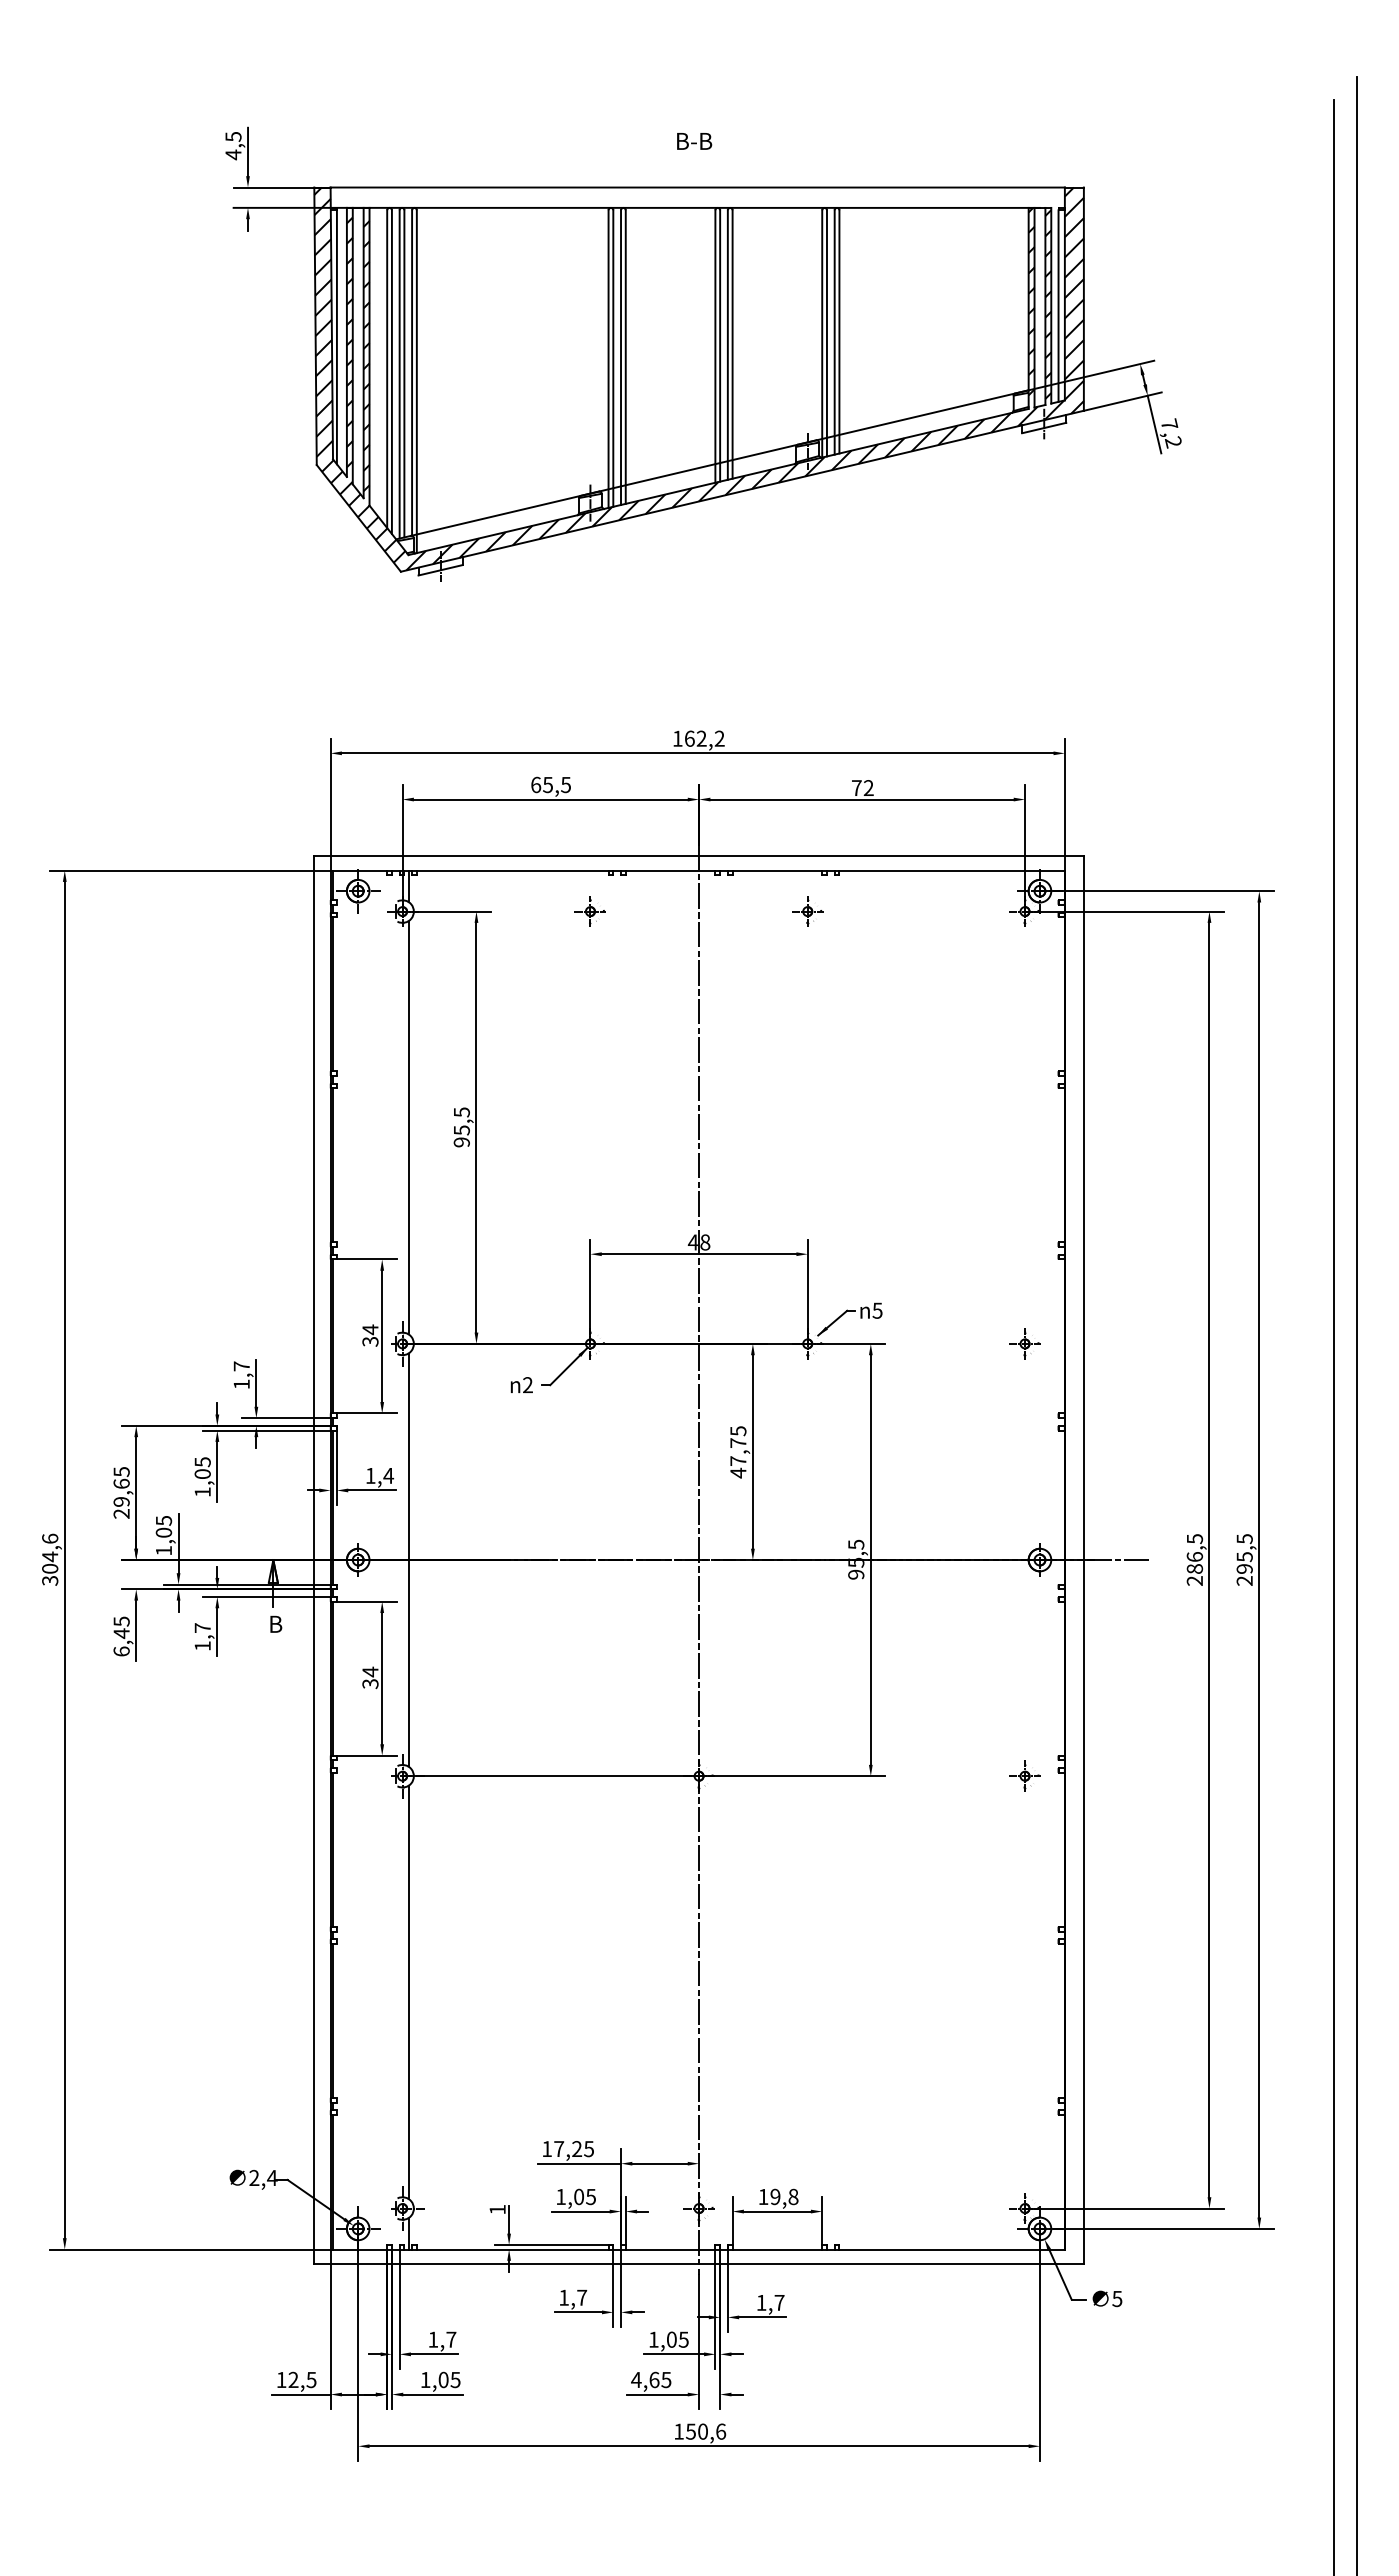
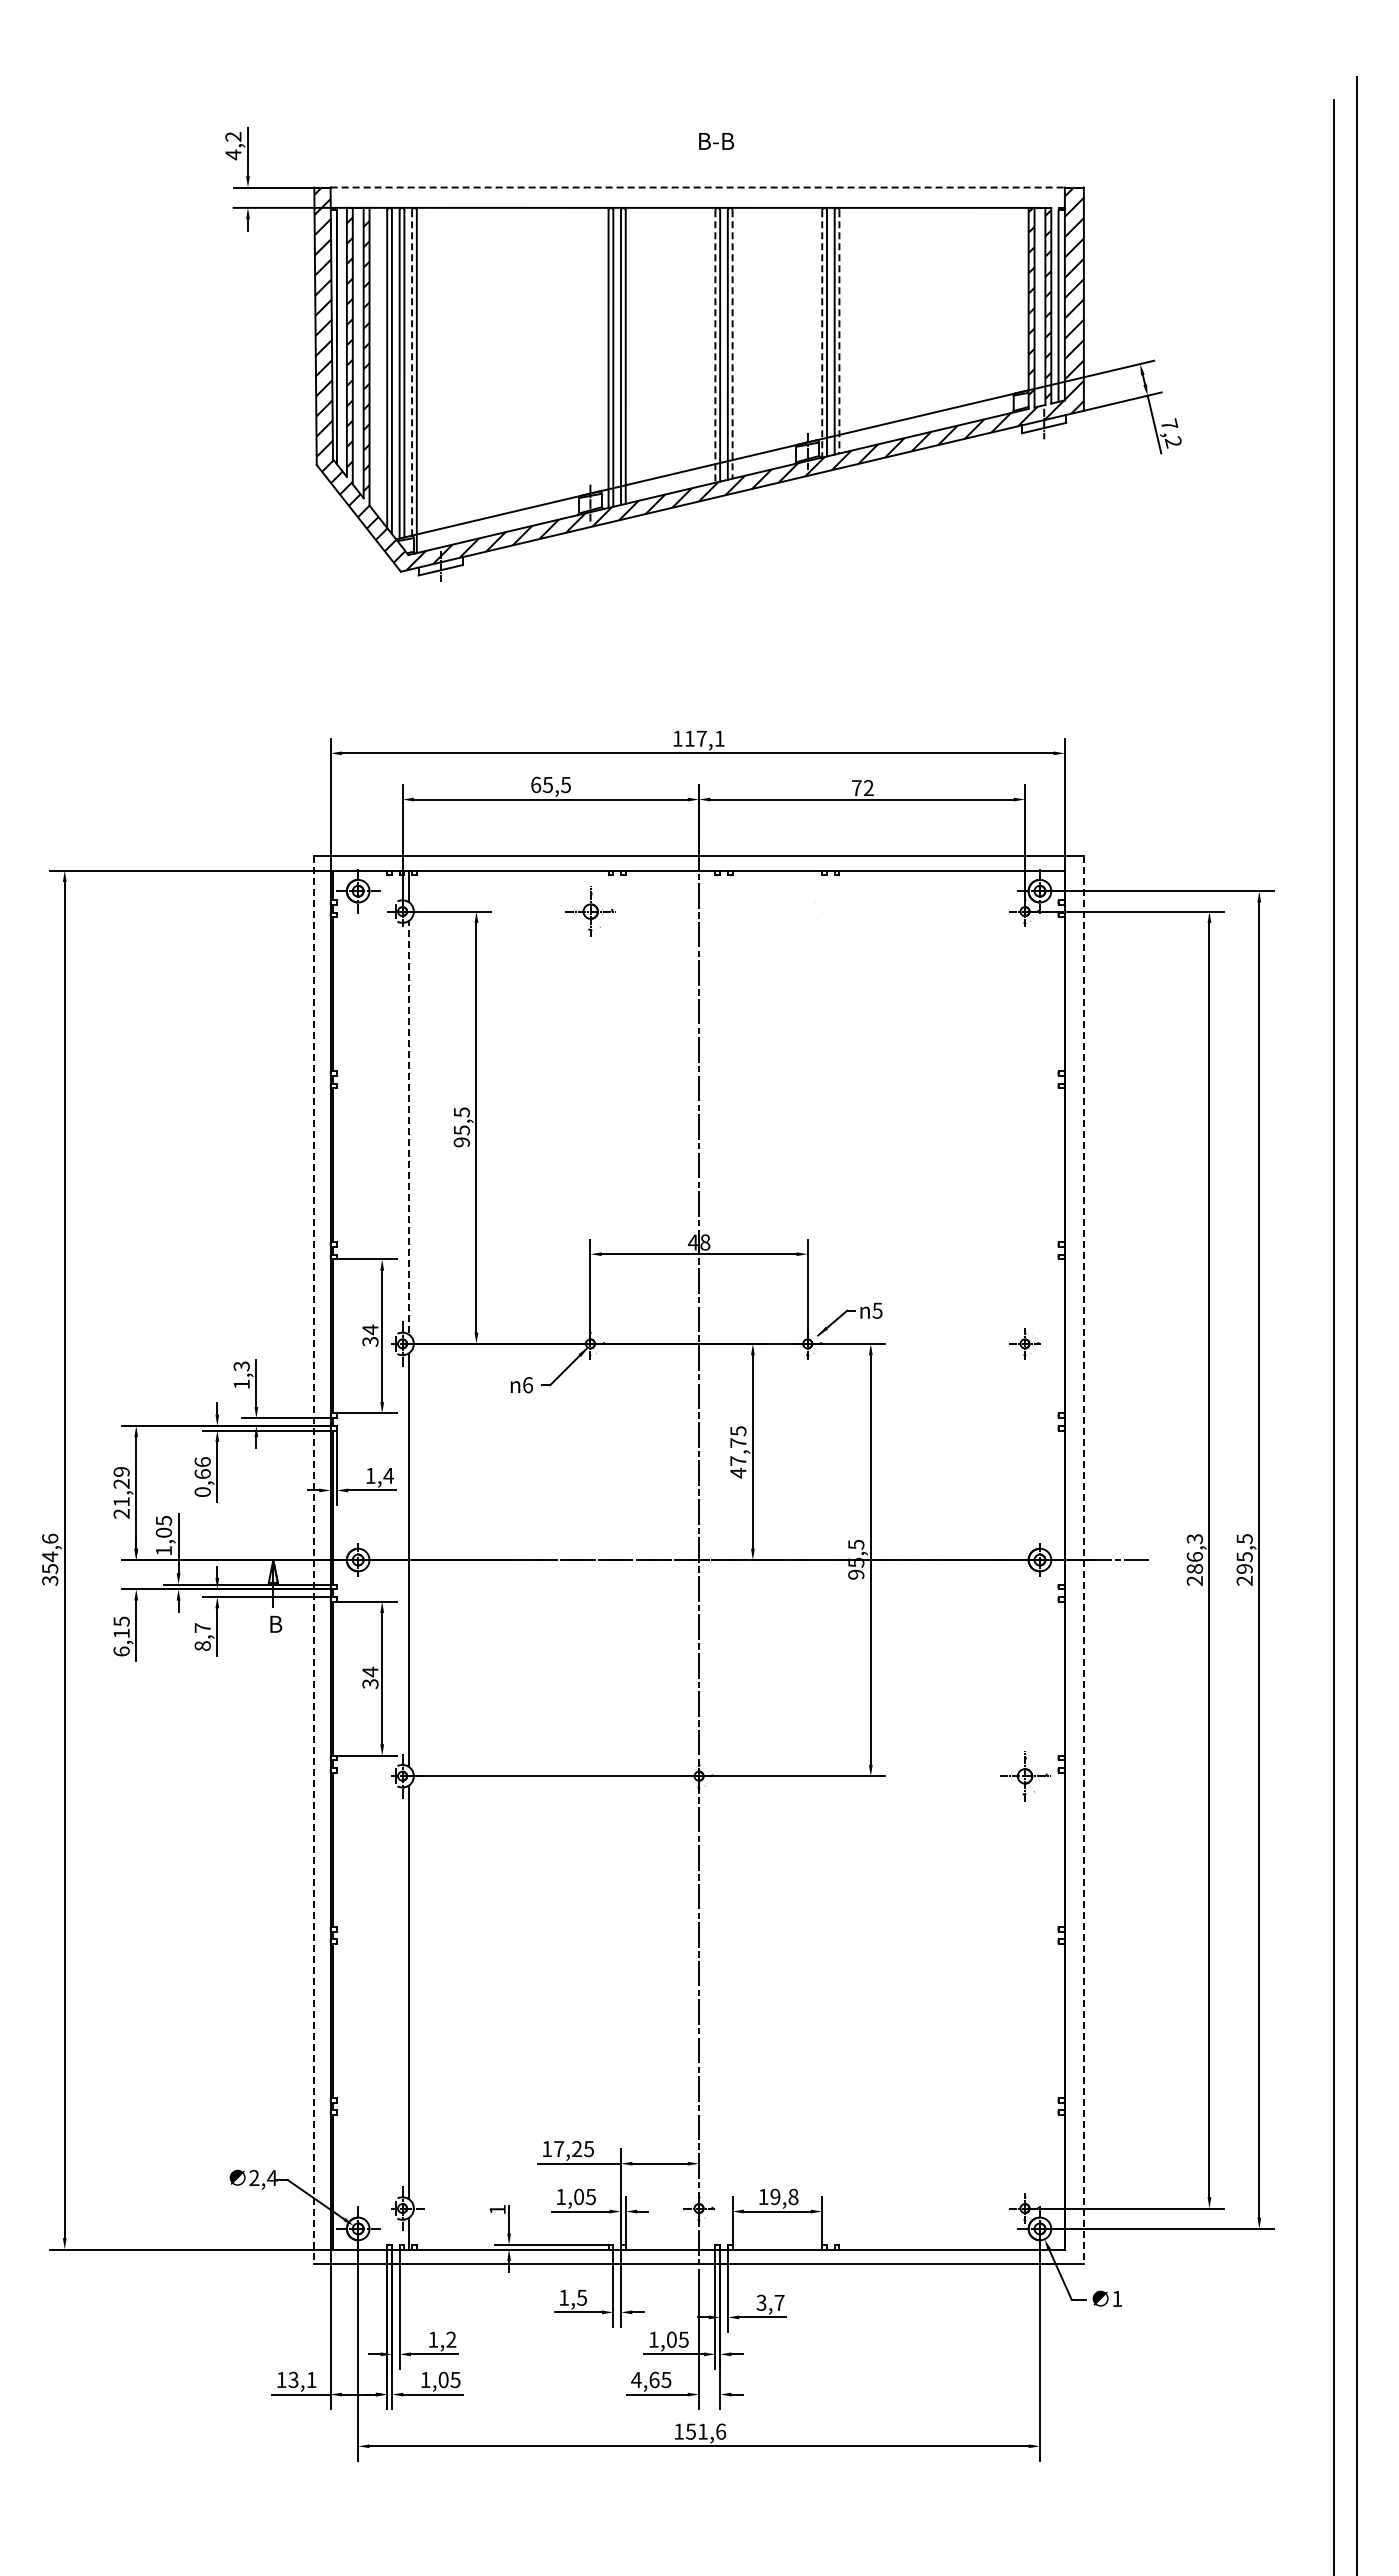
text at (233, 136): 4,5 -> 4,2
text at (694, 141) position: (694, 141) -> (716, 141)
line at (698, 187): solid -> dashed
line at (839, 331): solid -> dashed
line at (822, 333): solid -> dashed
line at (732, 344): solid -> dashed
line at (715, 347): solid -> dashed
line at (412, 373): solid -> dashed
text at (704, 738): 162,2 -> 117,1
part at (589, 911) size: 32x31 px -> 51x51 px
part at (807, 911): present -> none
line at (408, 1127): solid -> dashed
text at (241, 1366): 1,7 -> 1,3
text at (528, 1385): 2 -> 6
text at (202, 1476): 1,05 -> 0,66
text at (121, 1486): 29,65 -> 21,29
text at (1194, 1538): 286,5 -> 286,3
line at (314, 1560): solid -> dashed
line at (1083, 1560): solid -> dashed
text at (50, 1568): 304,6 -> 354,6
text at (121, 1633): 6,45 -> 6,15
text at (202, 1645): 1,7 -> 8,7
part at (1024, 1775) size: 32x32 px -> 51x51 px
text at (582, 2297): 1,7 -> 1,5
text at (1117, 2299): 5 -> 1
text at (761, 2302): 1,7 -> 3,7
text at (451, 2339): 1,7 -> 1,2
text at (302, 2380): 12,5 -> 13,1
text at (702, 2431): 150,6 -> 151,6
